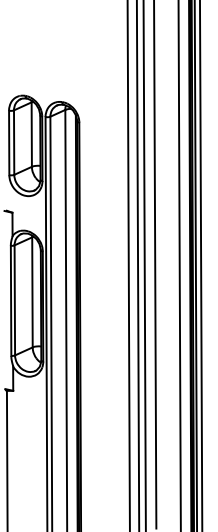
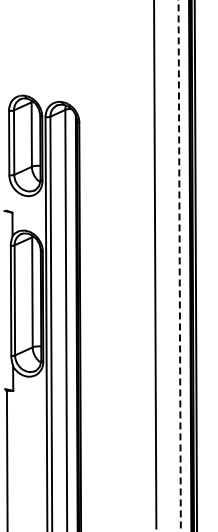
line at (128, 265): present -> none
line at (137, 265): present -> none
line at (144, 265): present -> none
line at (179, 265): solid -> dashed
line at (200, 265): present -> none
